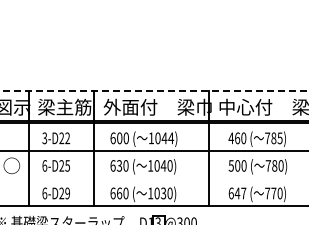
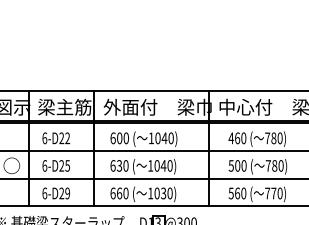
line at (154, 91): dashed -> solid
text at (44, 138): 3-D22 -> 6-D22
text at (171, 138): 1044) -> 1040)
text at (279, 138): 785) -> 780)
line at (153, 178): none -> present
text at (237, 193): 647 -> 560
